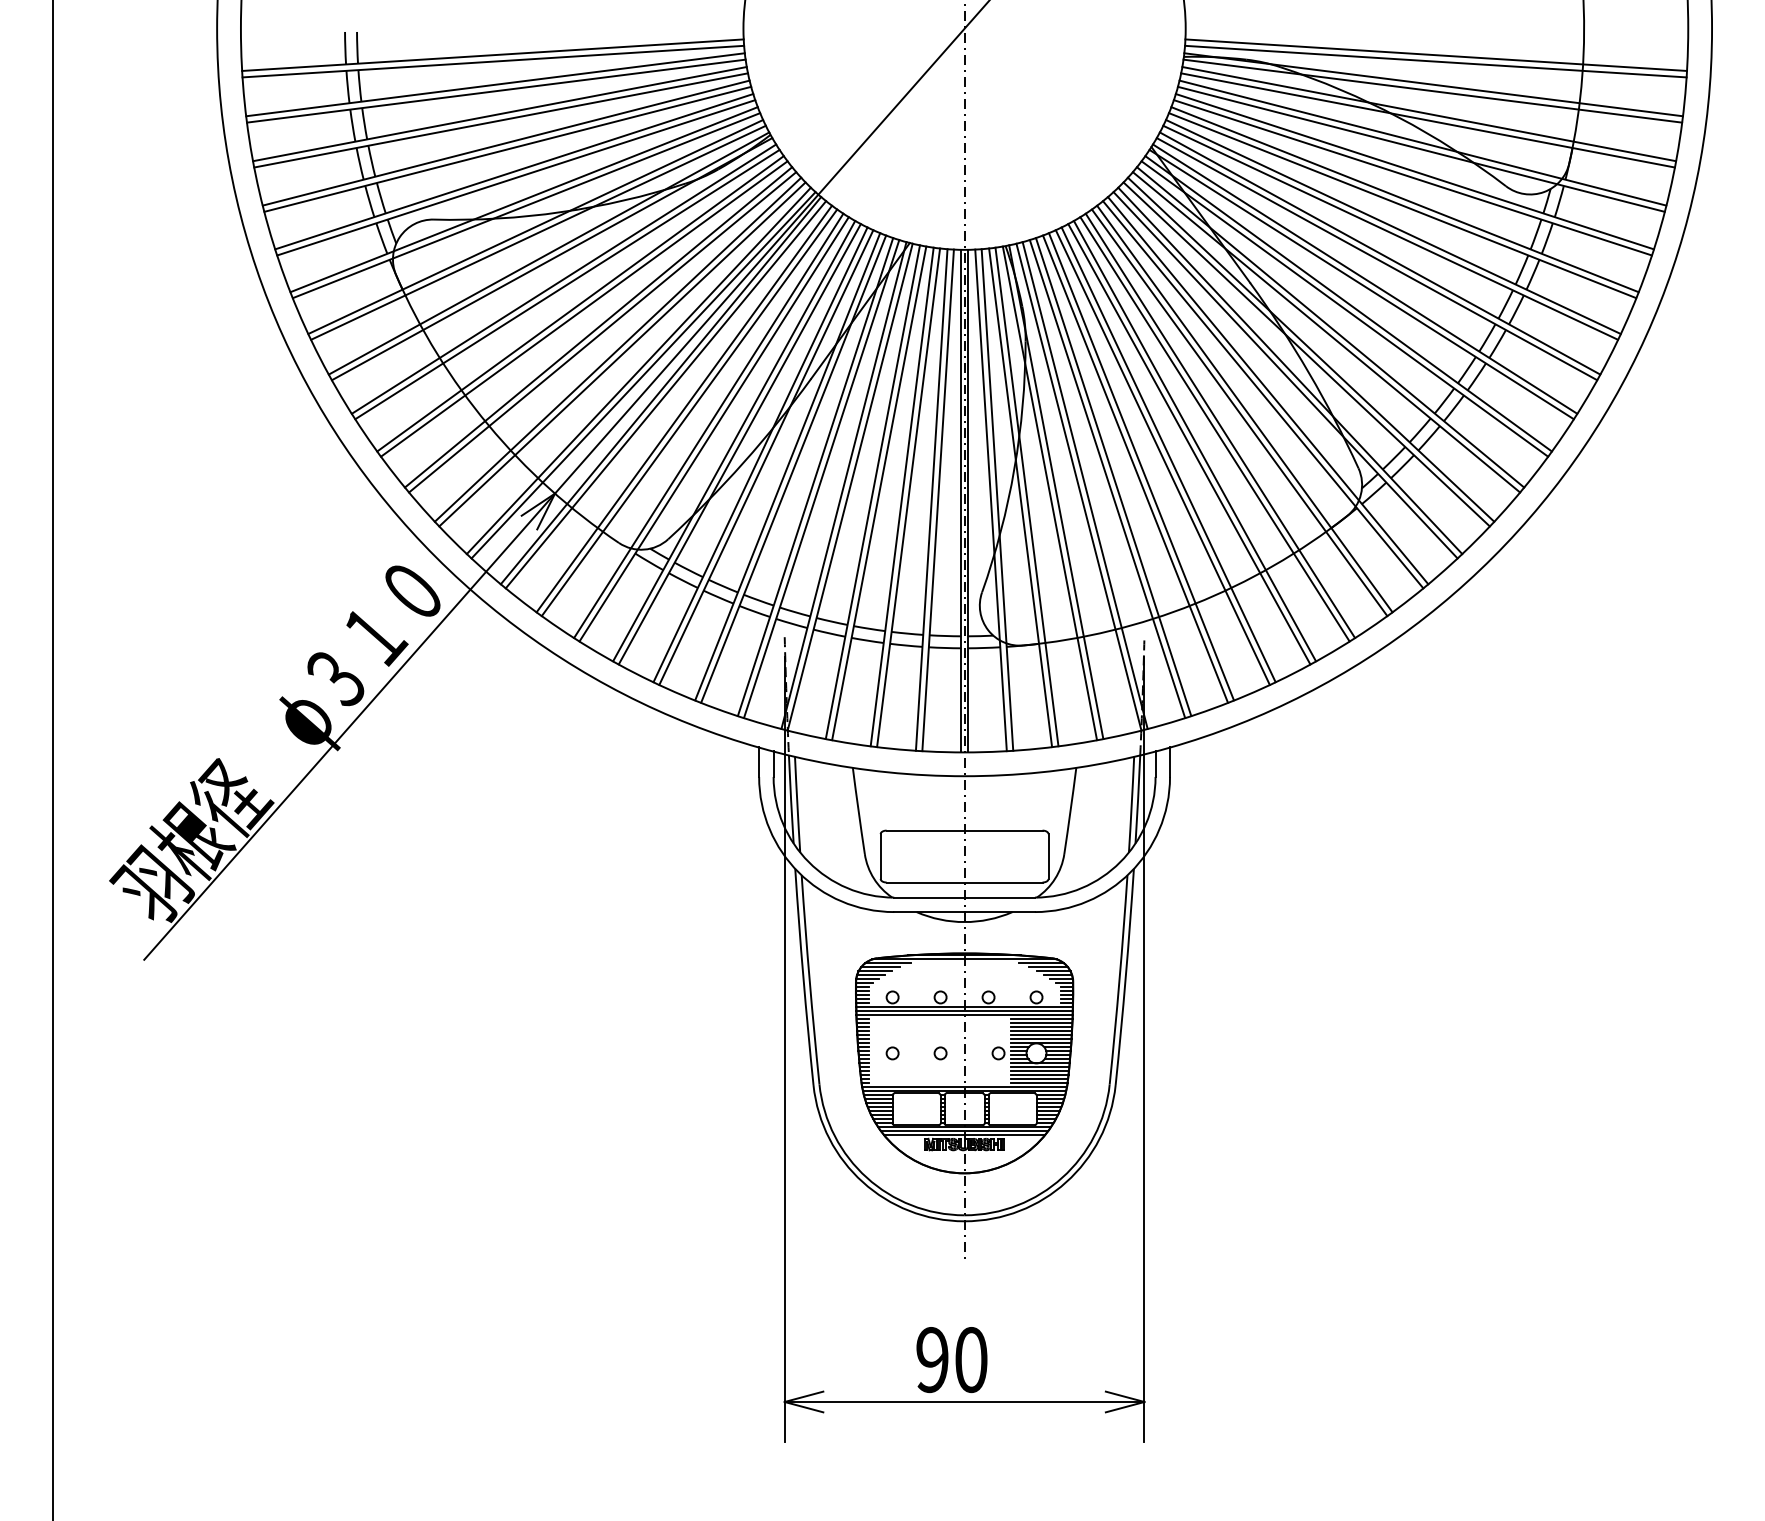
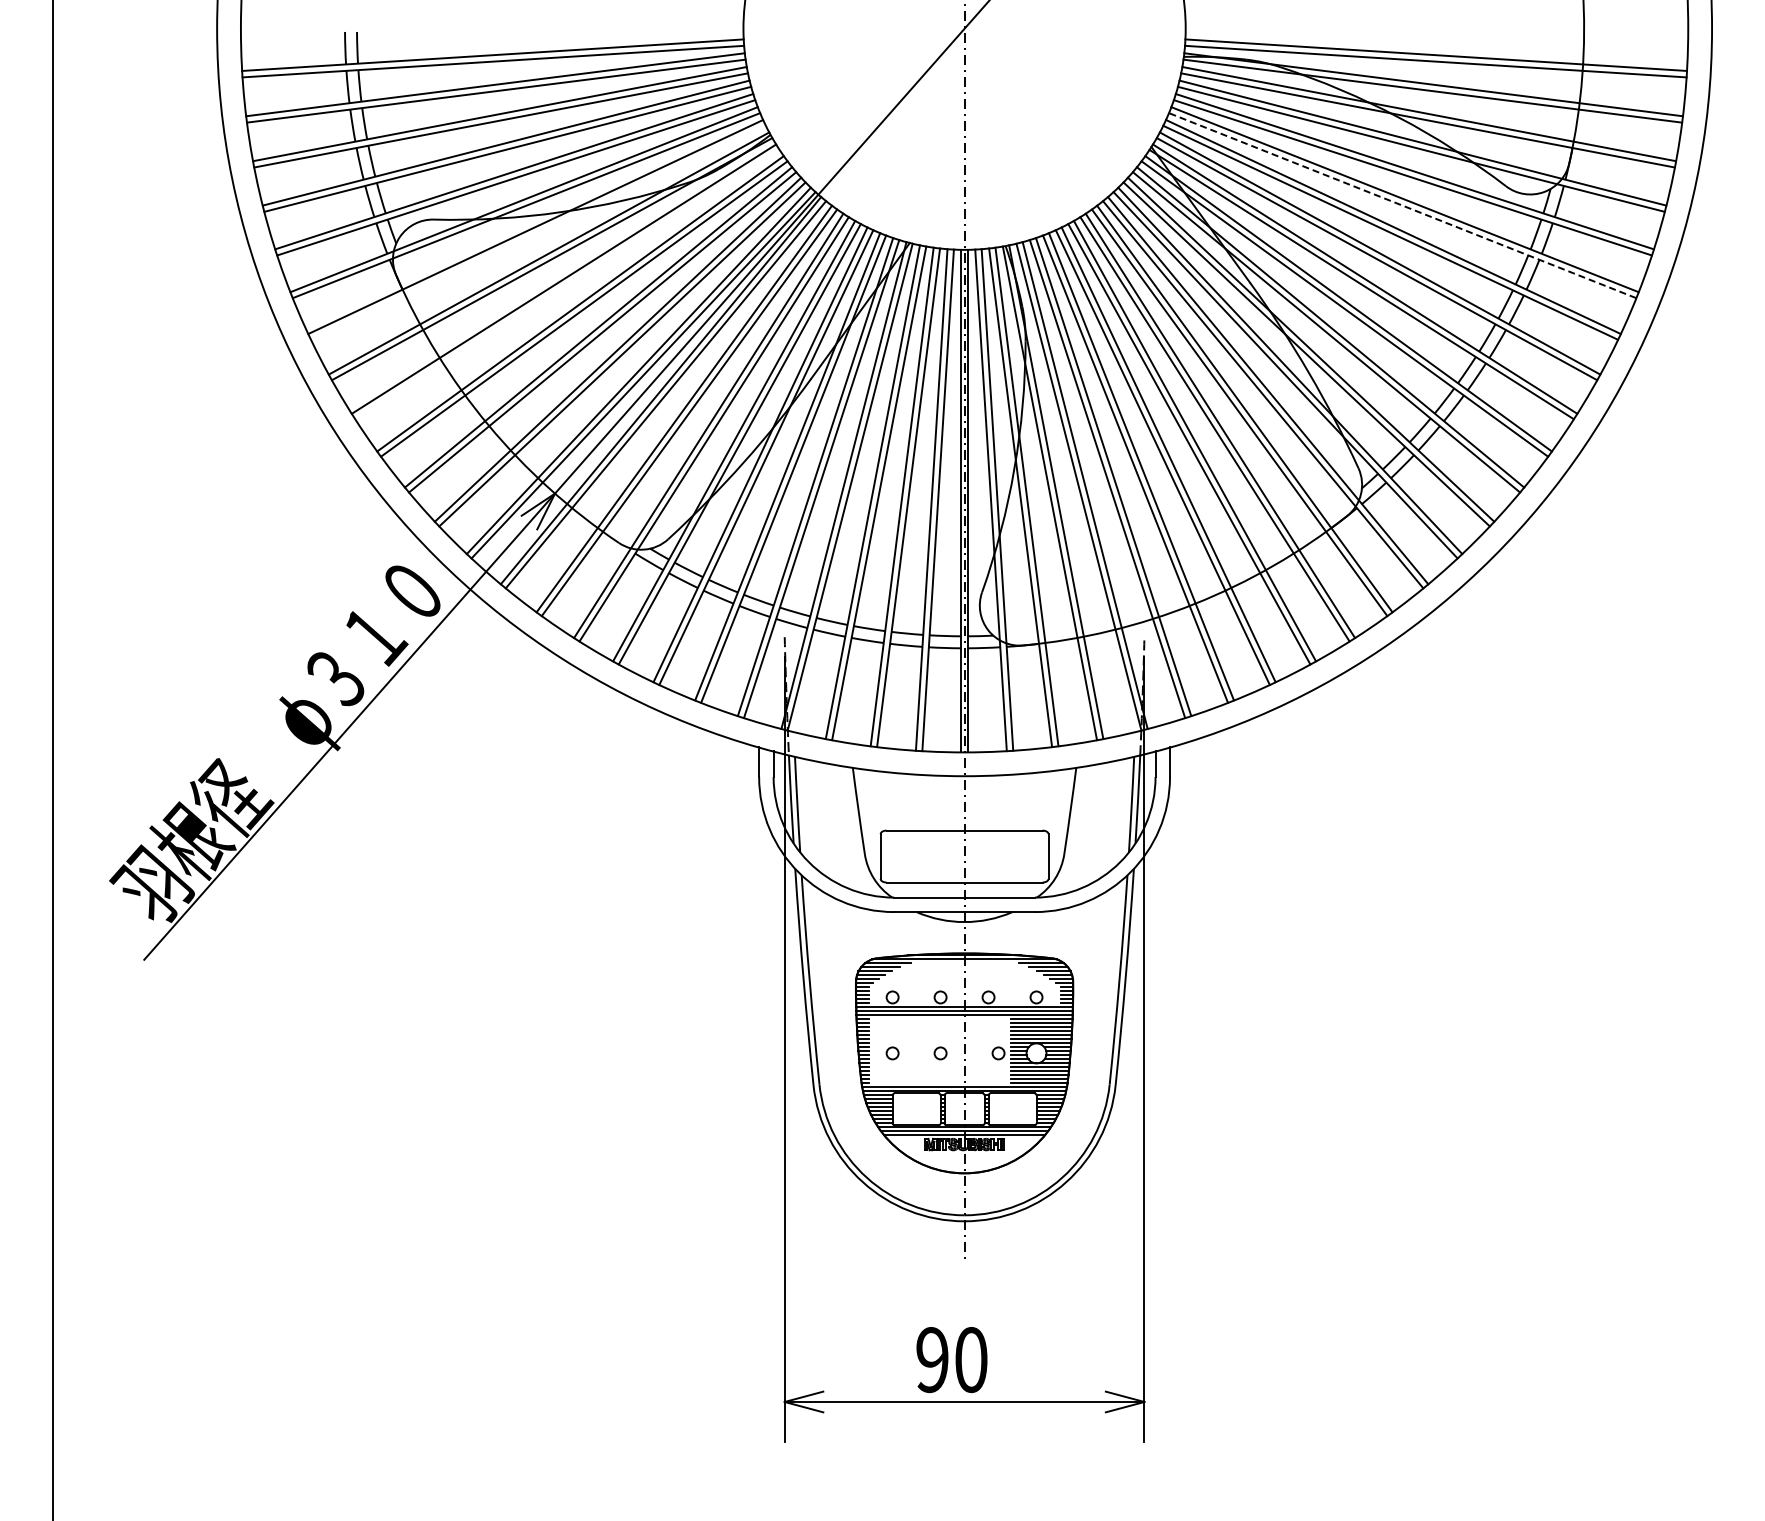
line at (1402, 205): solid -> dashed
line at (538, 232): present -> none
line at (567, 284): present -> none
